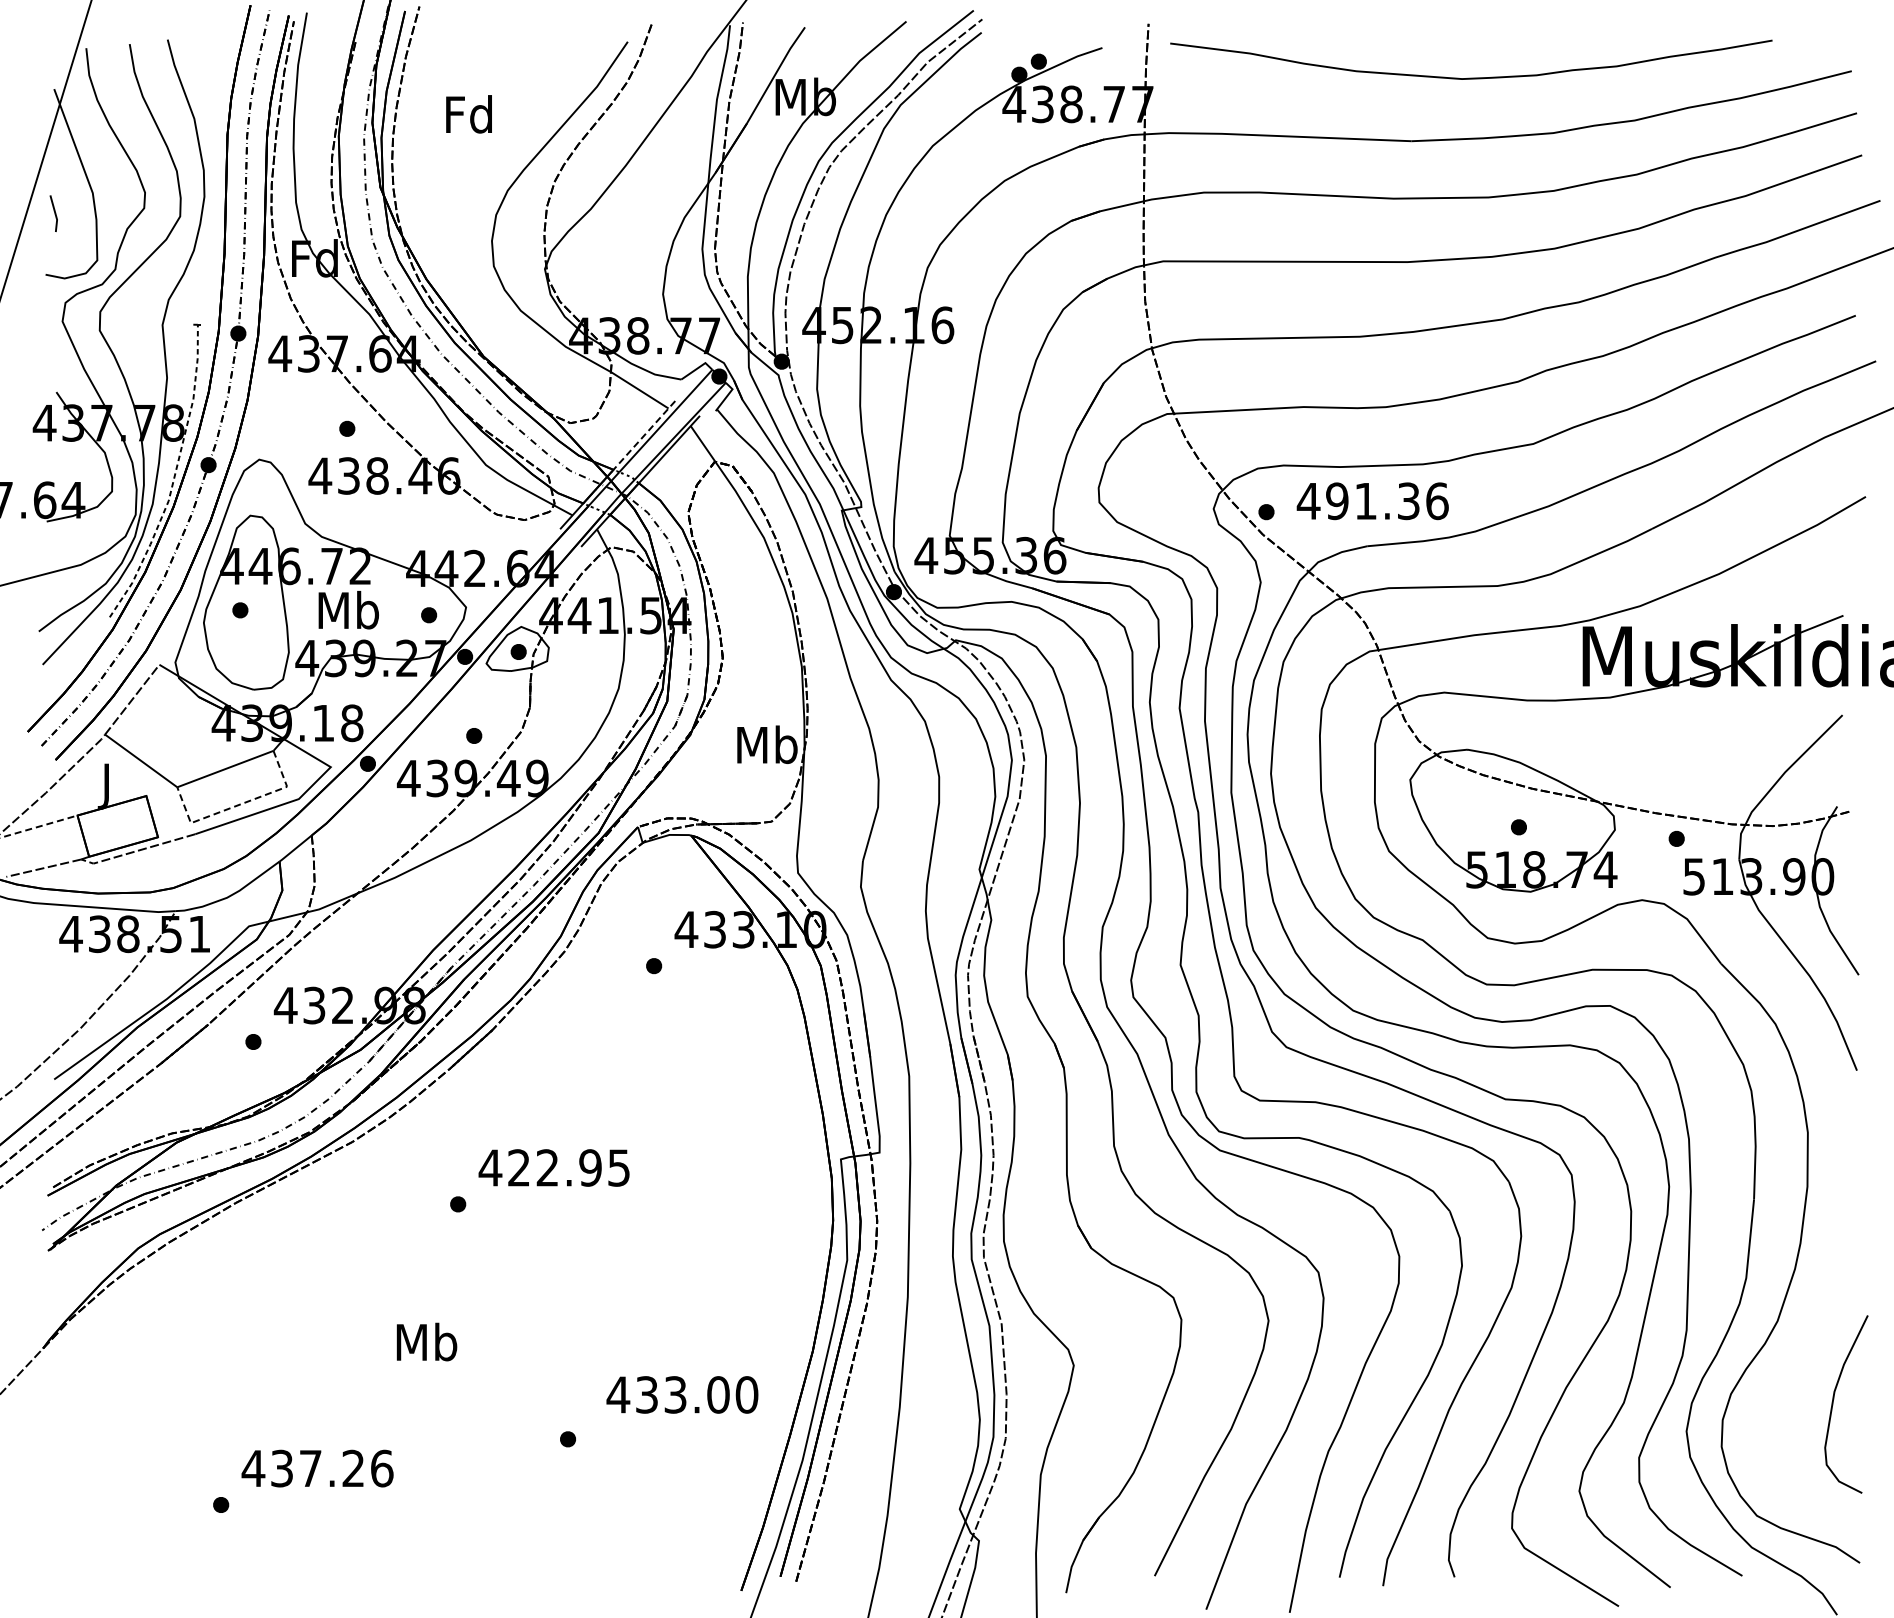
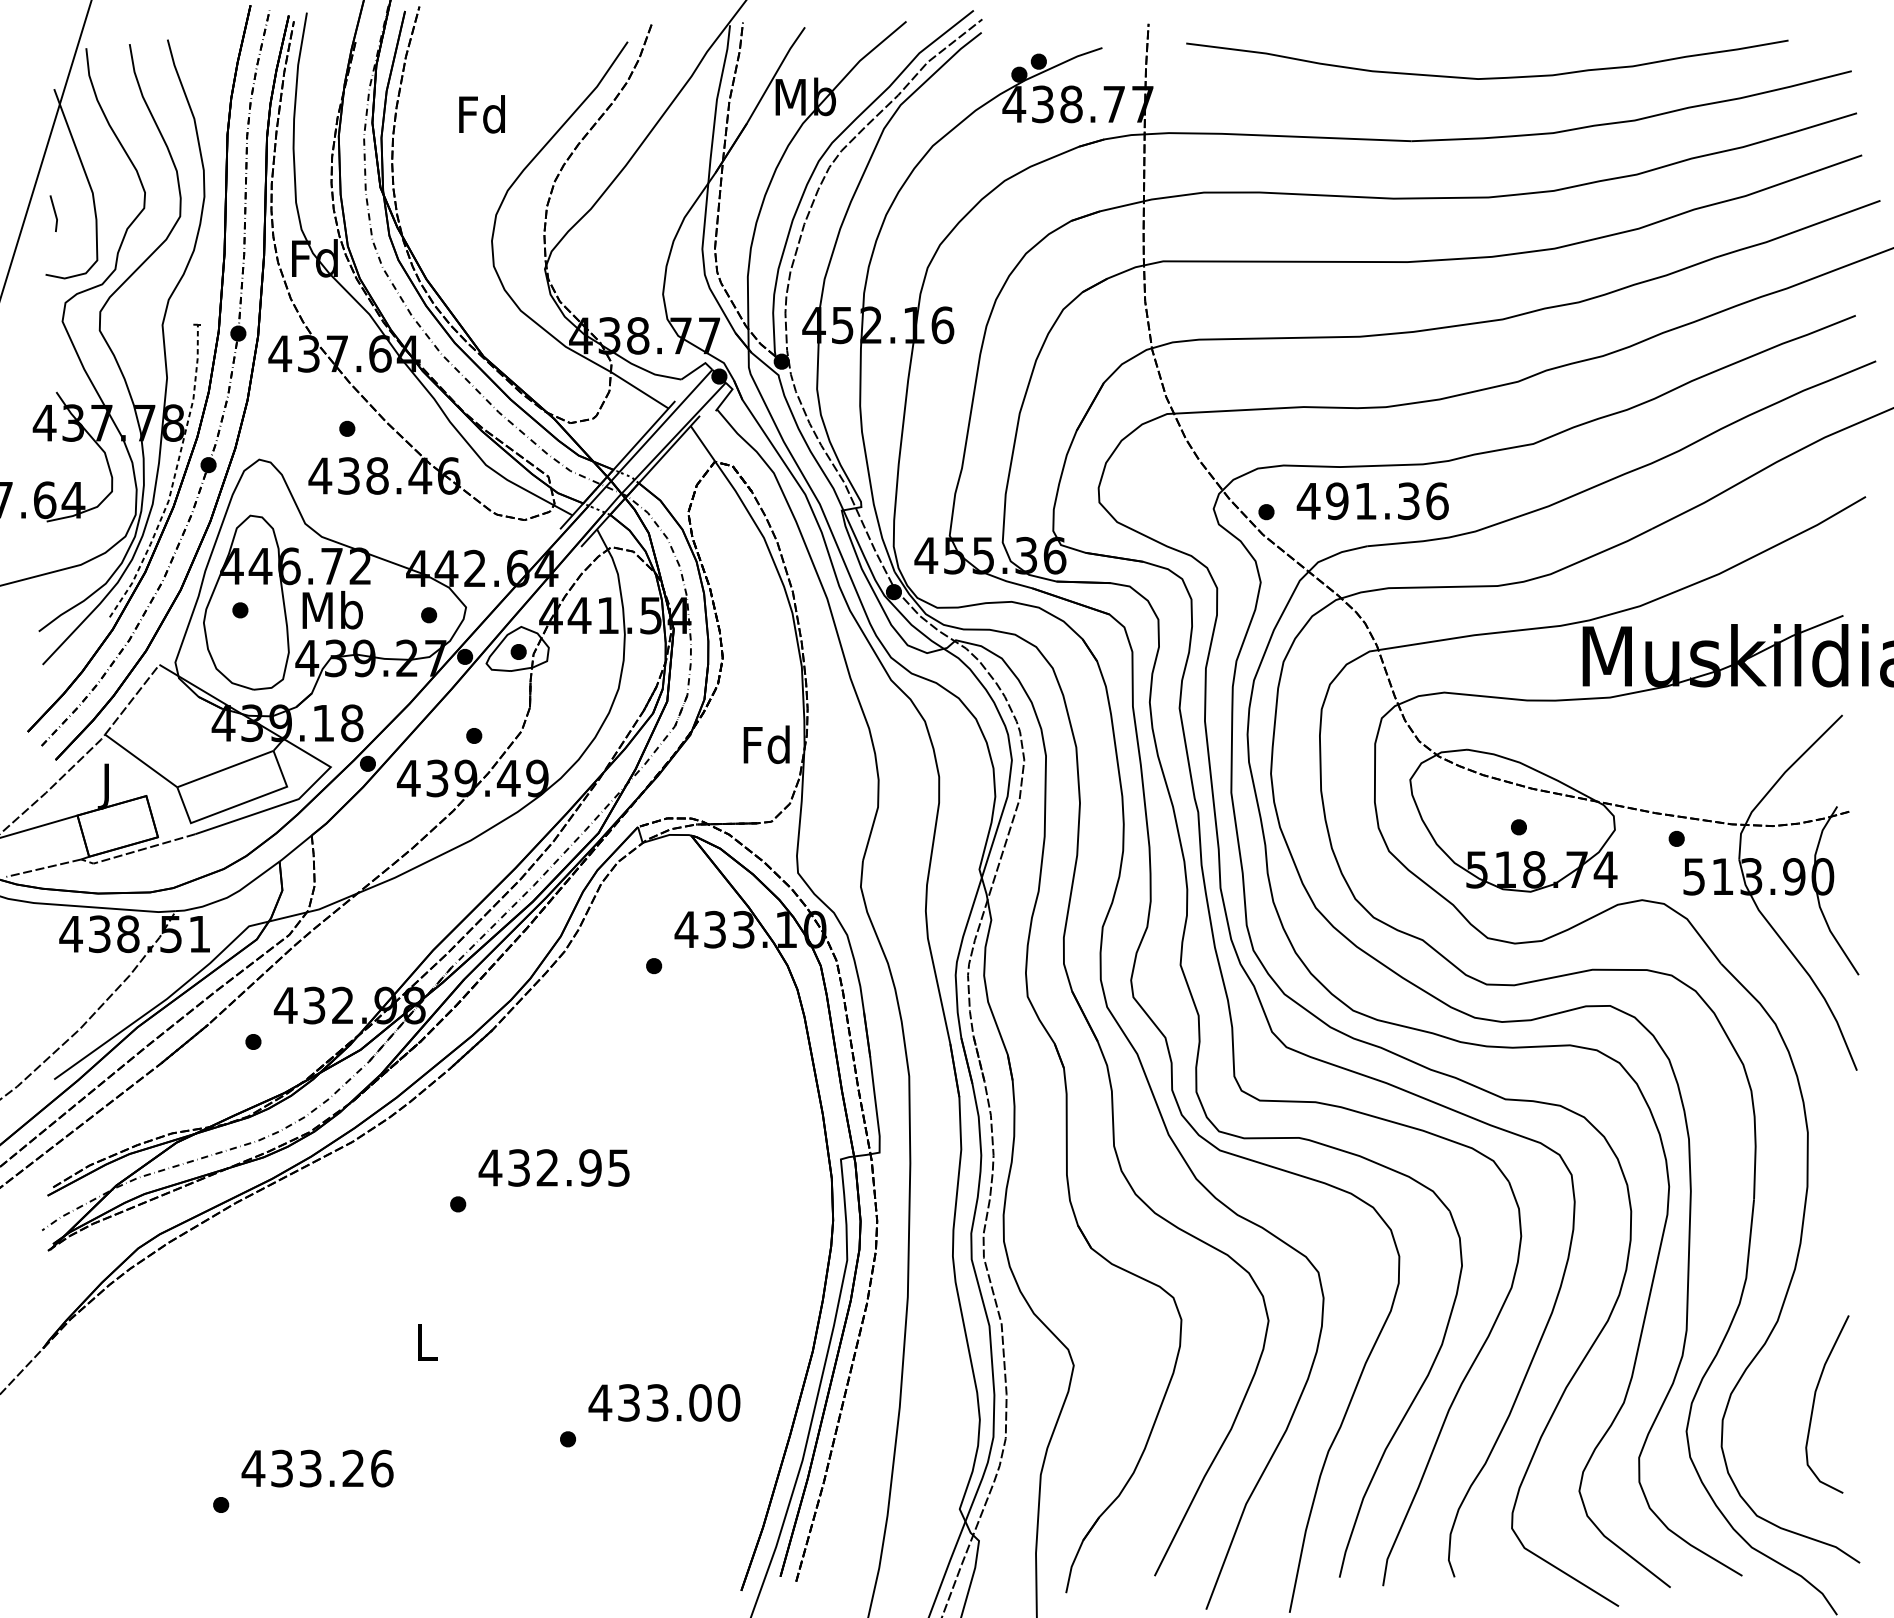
curve at (1471, 77) position: (1471, 77) -> (1487, 77)
text at (468, 114) position: (468, 114) -> (481, 114)
line at (644, 435): dashed -> solid
text at (348, 610) position: (348, 610) -> (332, 610)
text at (767, 744): Mb -> Fd
line at (238, 805): dashed -> solid
line at (39, 826): dashed -> solid
text at (518, 1167): 422.95 -> 432.95
text at (426, 1341): Mb -> L
text at (682, 1394) position: (682, 1394) -> (664, 1402)
curve at (1834, 1399) position: (1834, 1399) -> (1815, 1399)
text at (310, 1468): 437.26 -> 433.26
